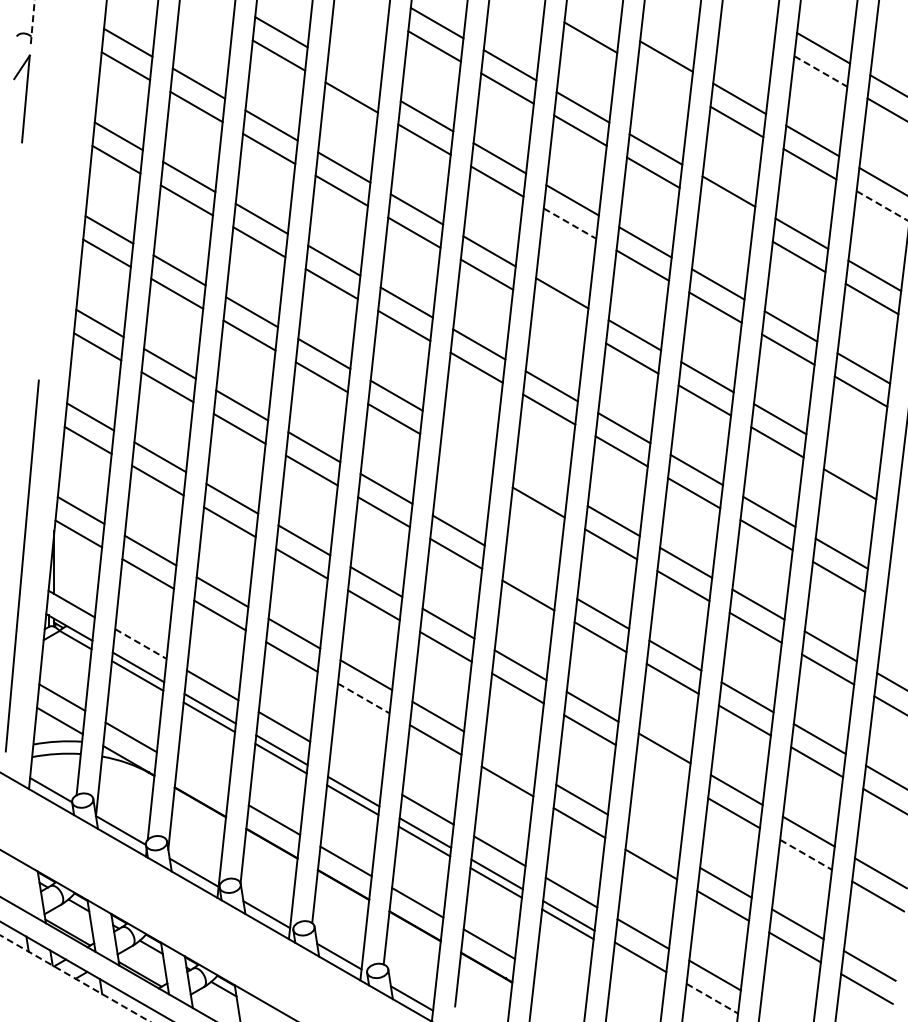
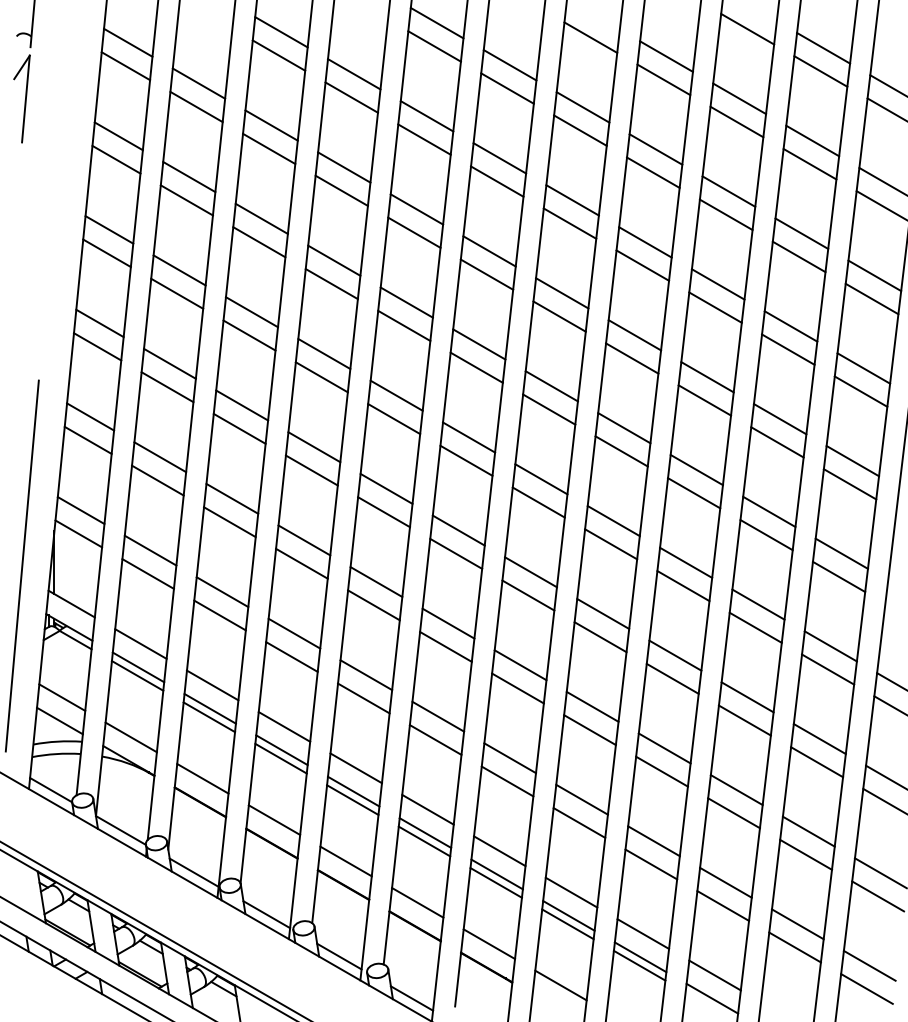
line at (32, 24): dashed -> solid
line at (747, 28): none -> present
line at (820, 71): dashed -> solid
line at (354, 74): none -> present
line at (663, 79): none -> present
line at (882, 205): dashed -> solid
line at (725, 214): none -> present
line at (570, 223): dashed -> solid
line at (559, 316): none -> present
line at (469, 437): none -> present
line at (466, 460): none -> present
line at (852, 460): none -> present
line at (541, 479): none -> present
line at (530, 572): none -> present
line at (140, 644): dashed -> solid
line at (363, 698): dashed -> solid
line at (510, 758): none -> present
line at (355, 768): none -> present
line at (661, 771): none -> present
line at (202, 778): none -> present
line at (653, 841): none -> present
line at (806, 854): dashed -> solid
line at (154, 930): none -> present
line at (639, 965): none -> present
line at (74, 978): dashed -> solid
line at (560, 985): none -> present
line at (712, 998): dashed -> solid
